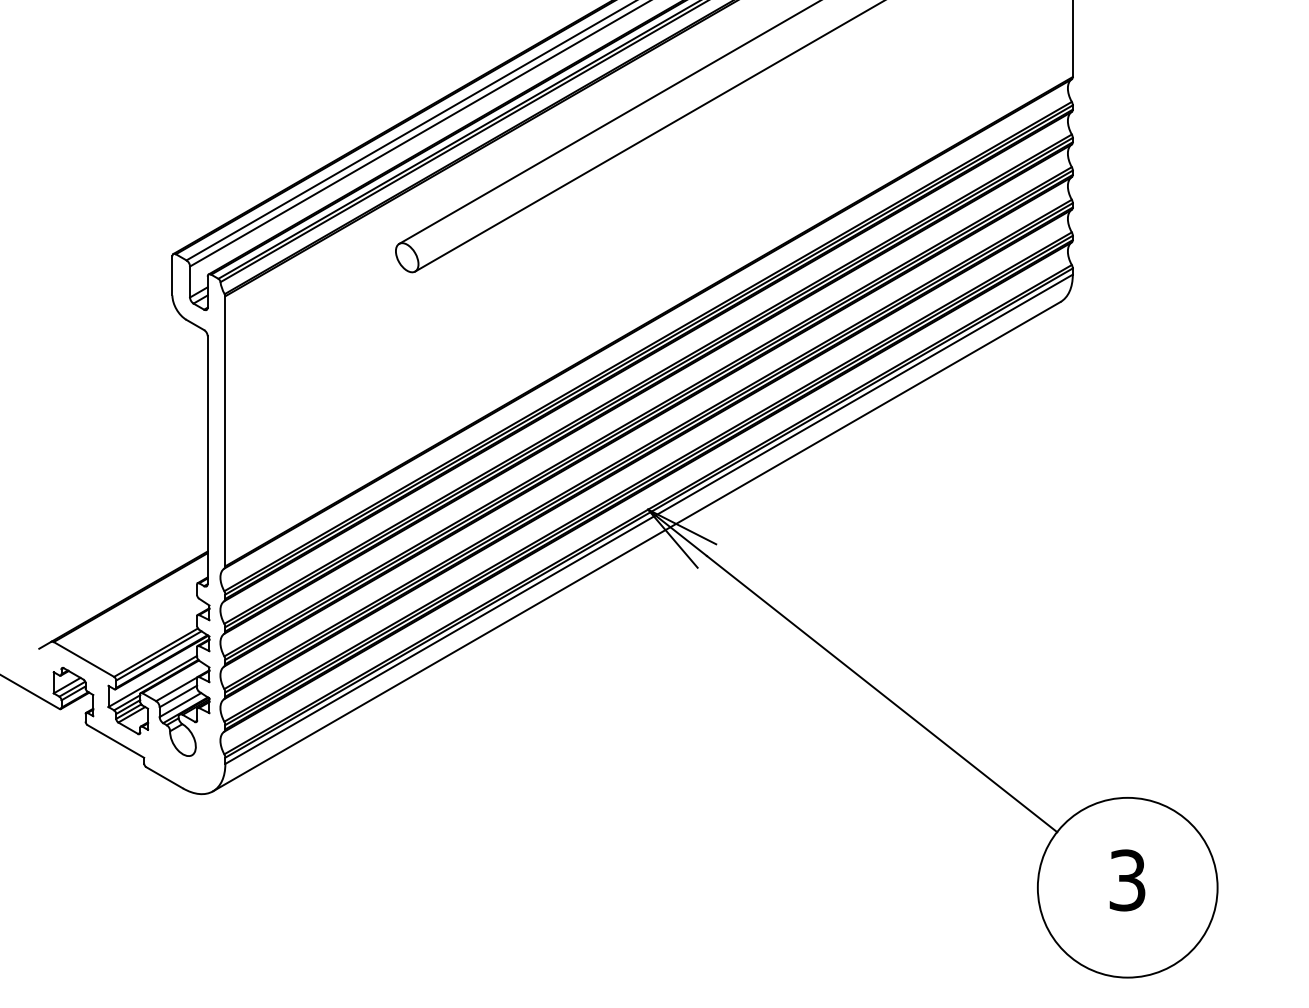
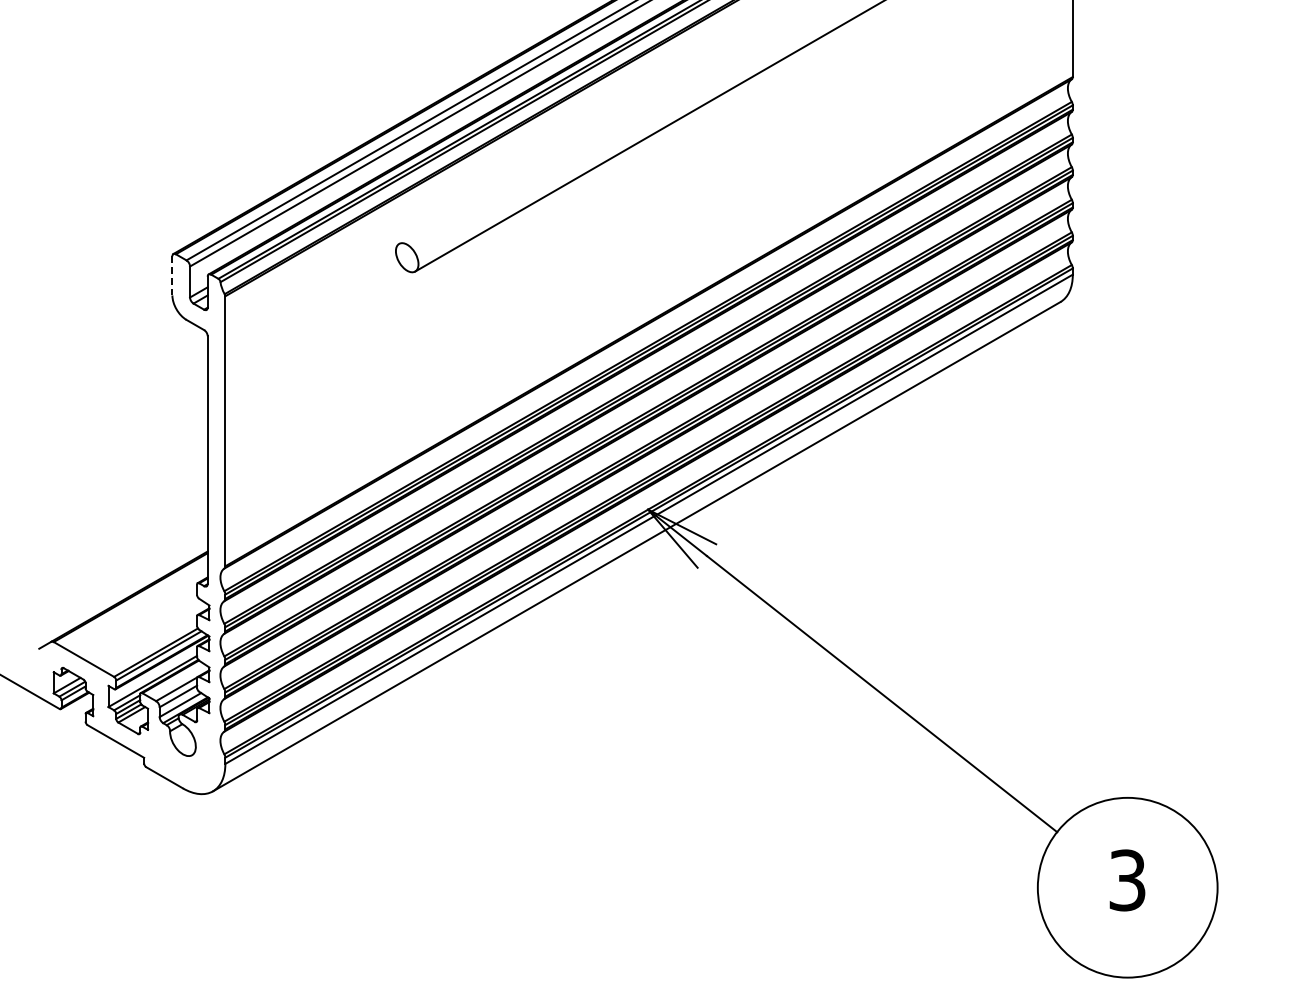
line at (608, 122): present -> none
line at (172, 275): solid -> dashed
